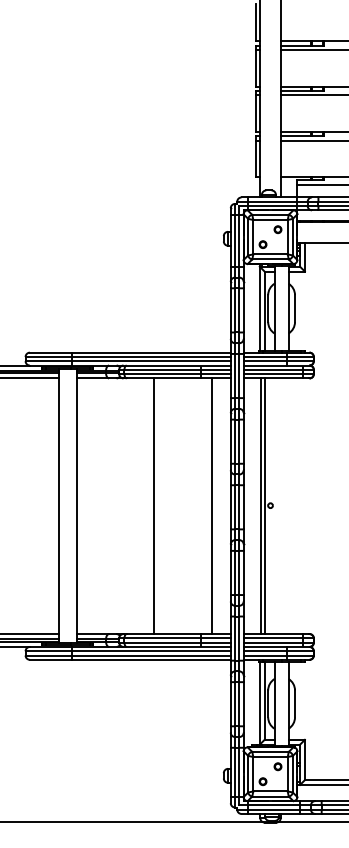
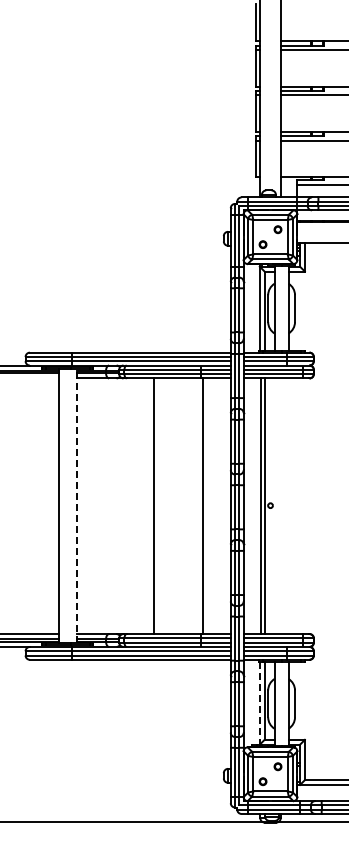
line at (30, 378): present -> none
line at (76, 506): solid -> dashed
line at (211, 506) position: (211, 506) -> (202, 506)
line at (259, 703): solid -> dashed
